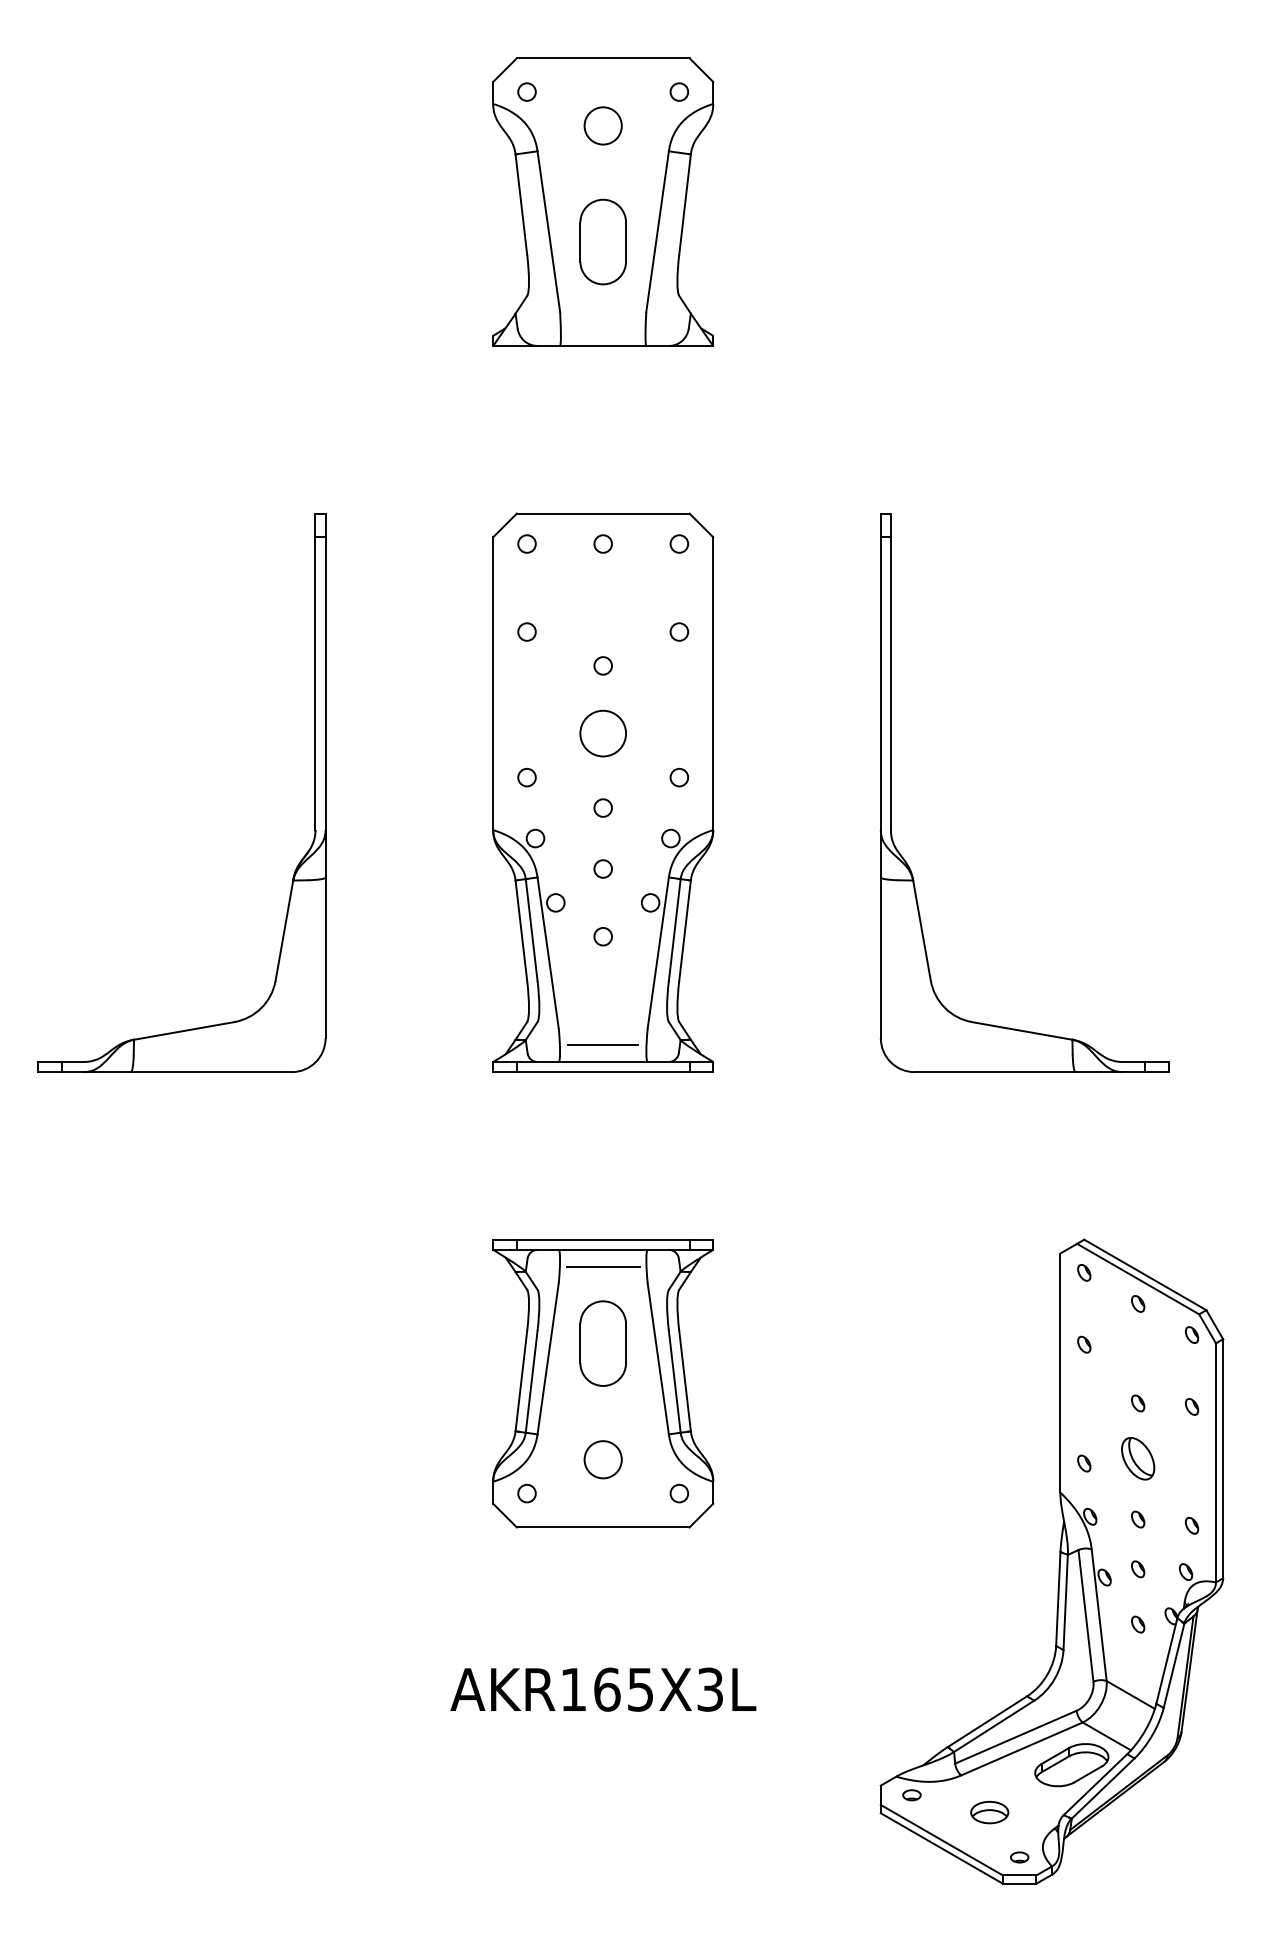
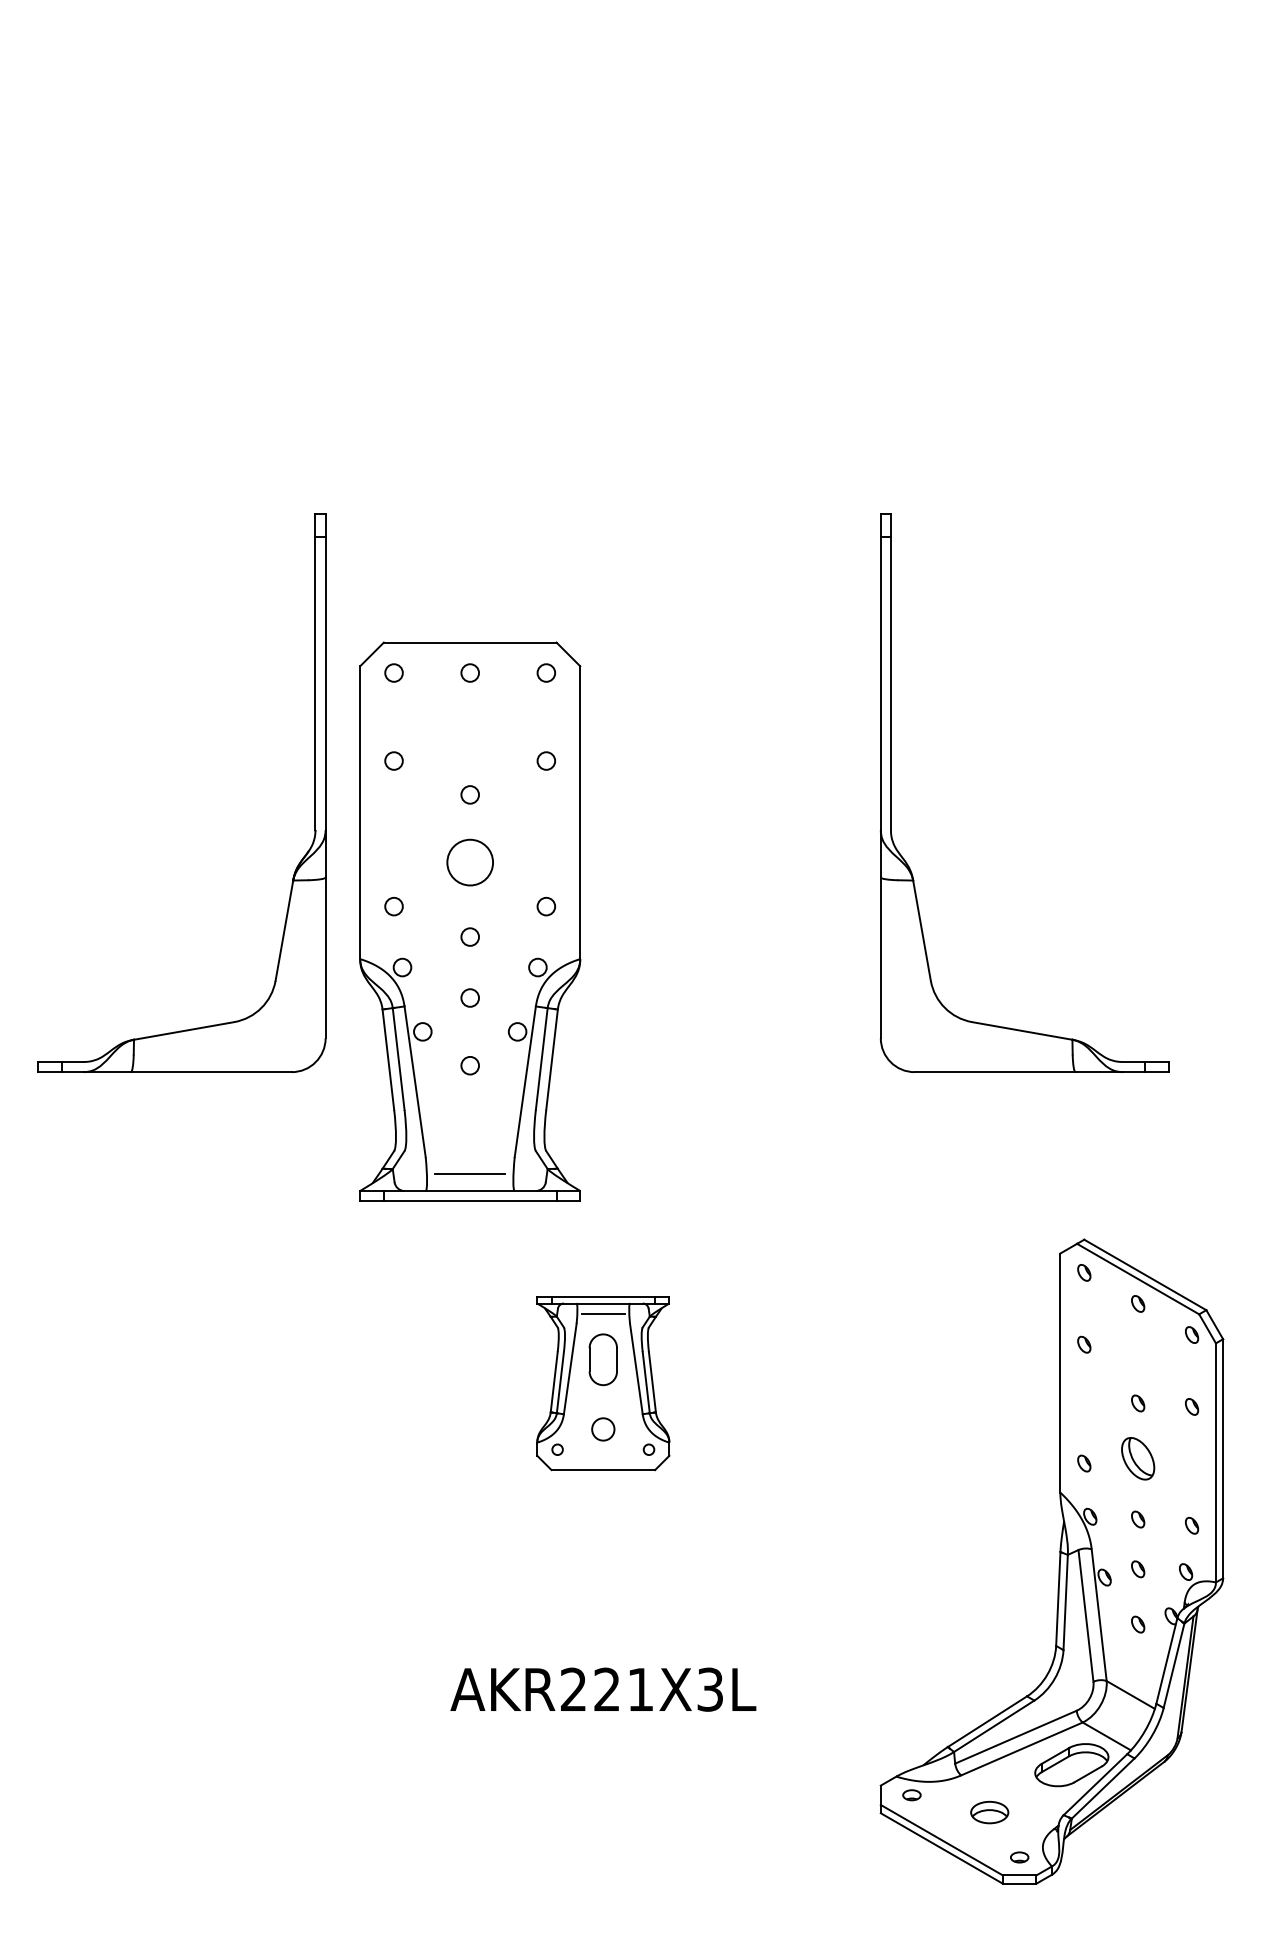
part at (603, 201): present -> none
part at (603, 792) position: (603, 792) -> (470, 921)
part at (603, 1383) size: 223x290 px -> 135x176 px
text at (606, 1689): AKR165X3L -> AKR221X3L
